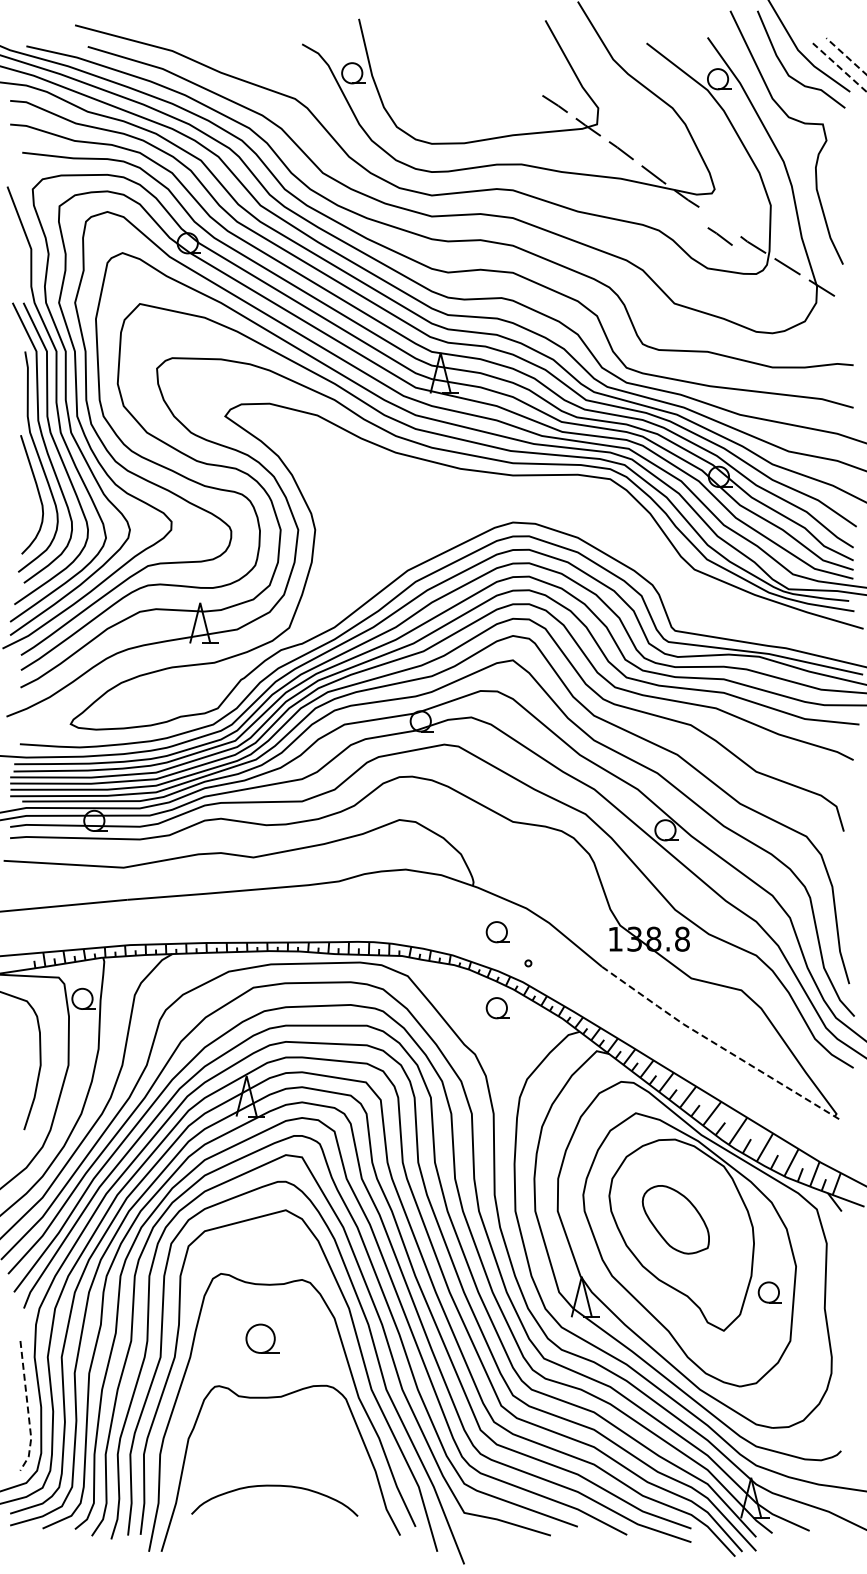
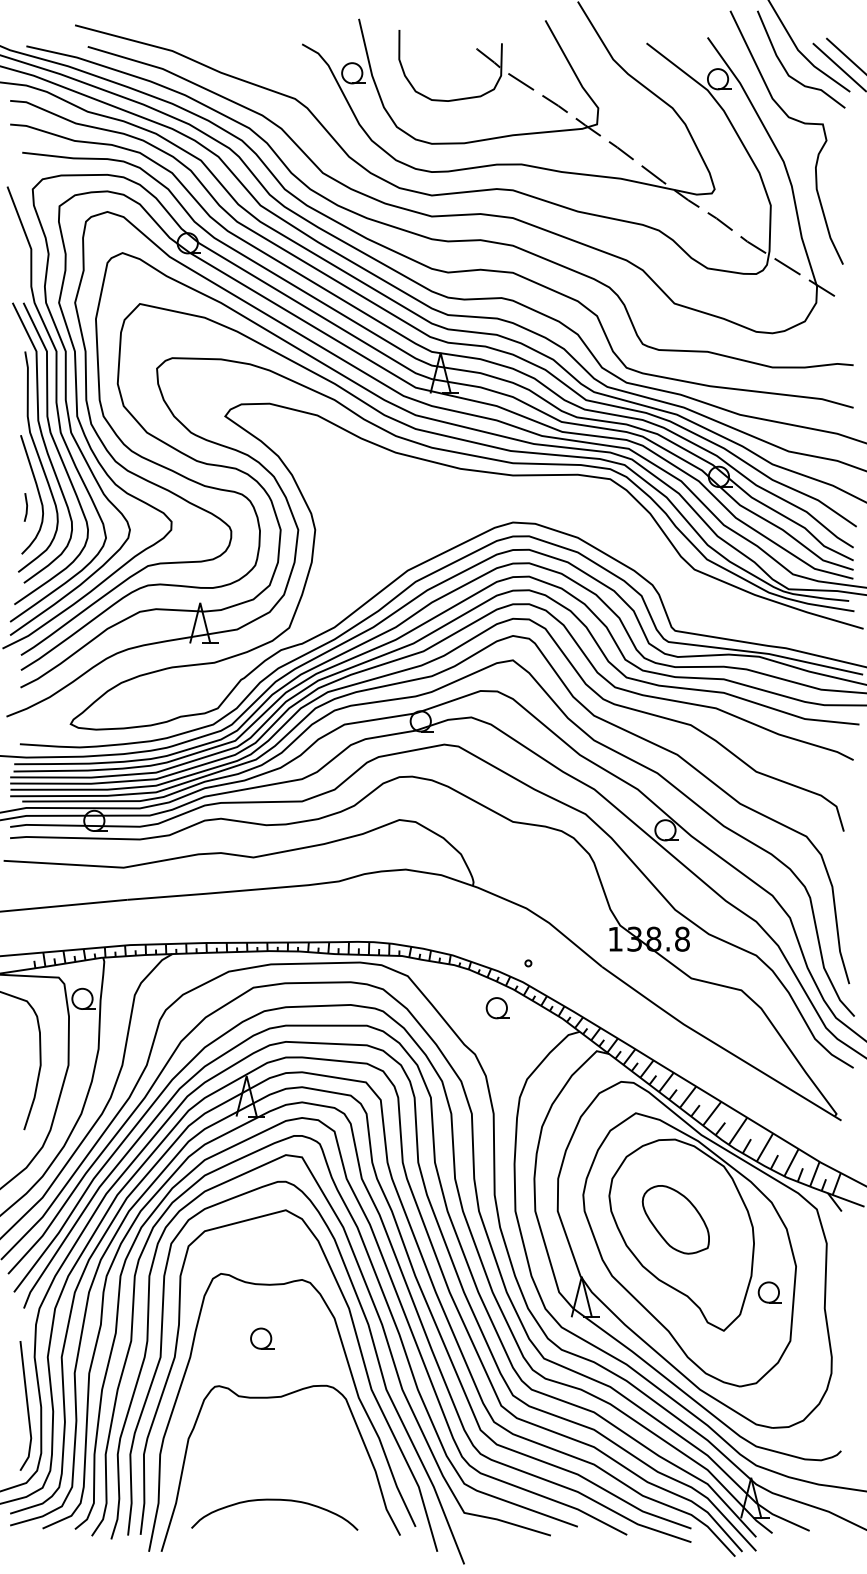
part at (479, 52): none -> present
line at (846, 56): dashed -> solid
line at (839, 67): dashed -> solid
line at (719, 236) position: (719, 236) -> (719, 221)
line at (26, 507): none -> present
part at (497, 932): present -> none
line at (718, 1045): dashed -> solid
part at (262, 1338) size: 35x31 px -> 25x23 px
line at (27, 1408): dashed -> solid
curve at (274, 1486) position: (274, 1486) -> (274, 1500)
